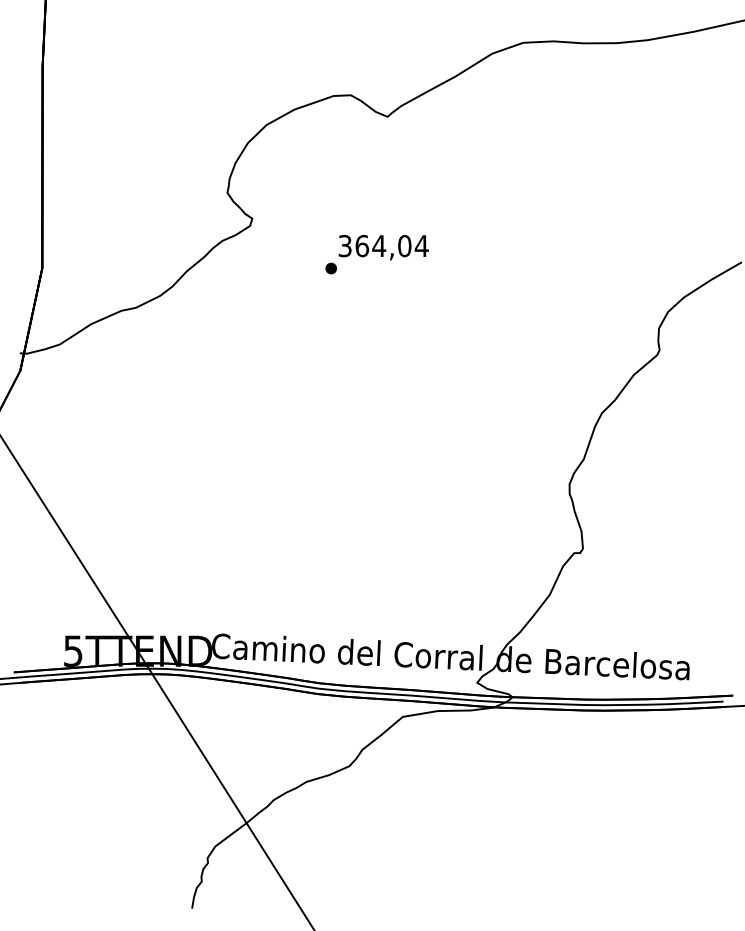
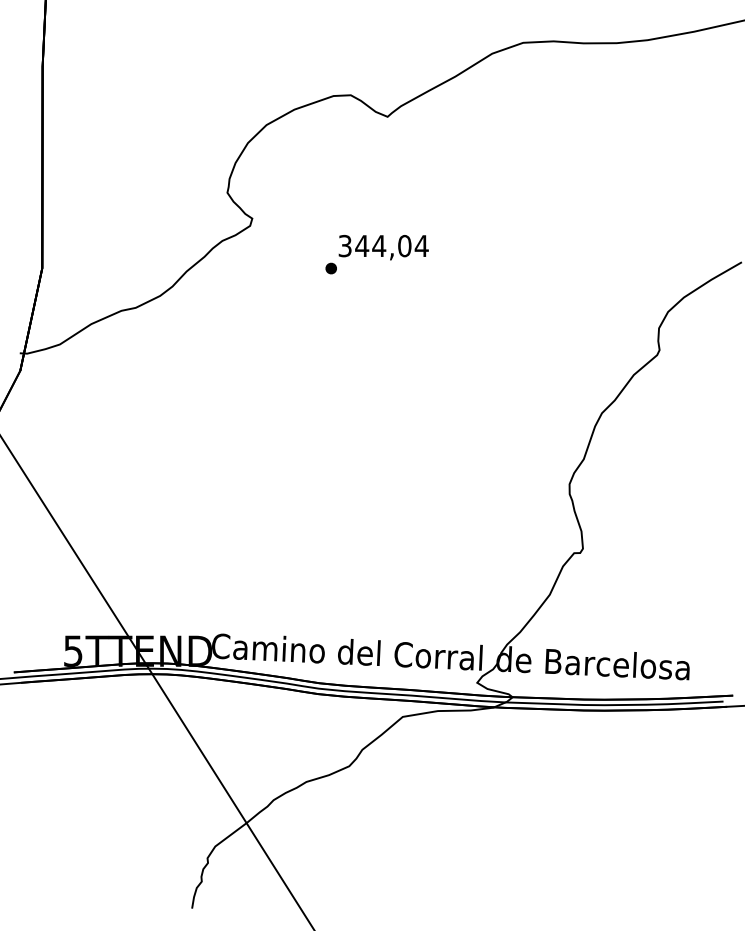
text at (362, 245): 364,04 -> 344,04
